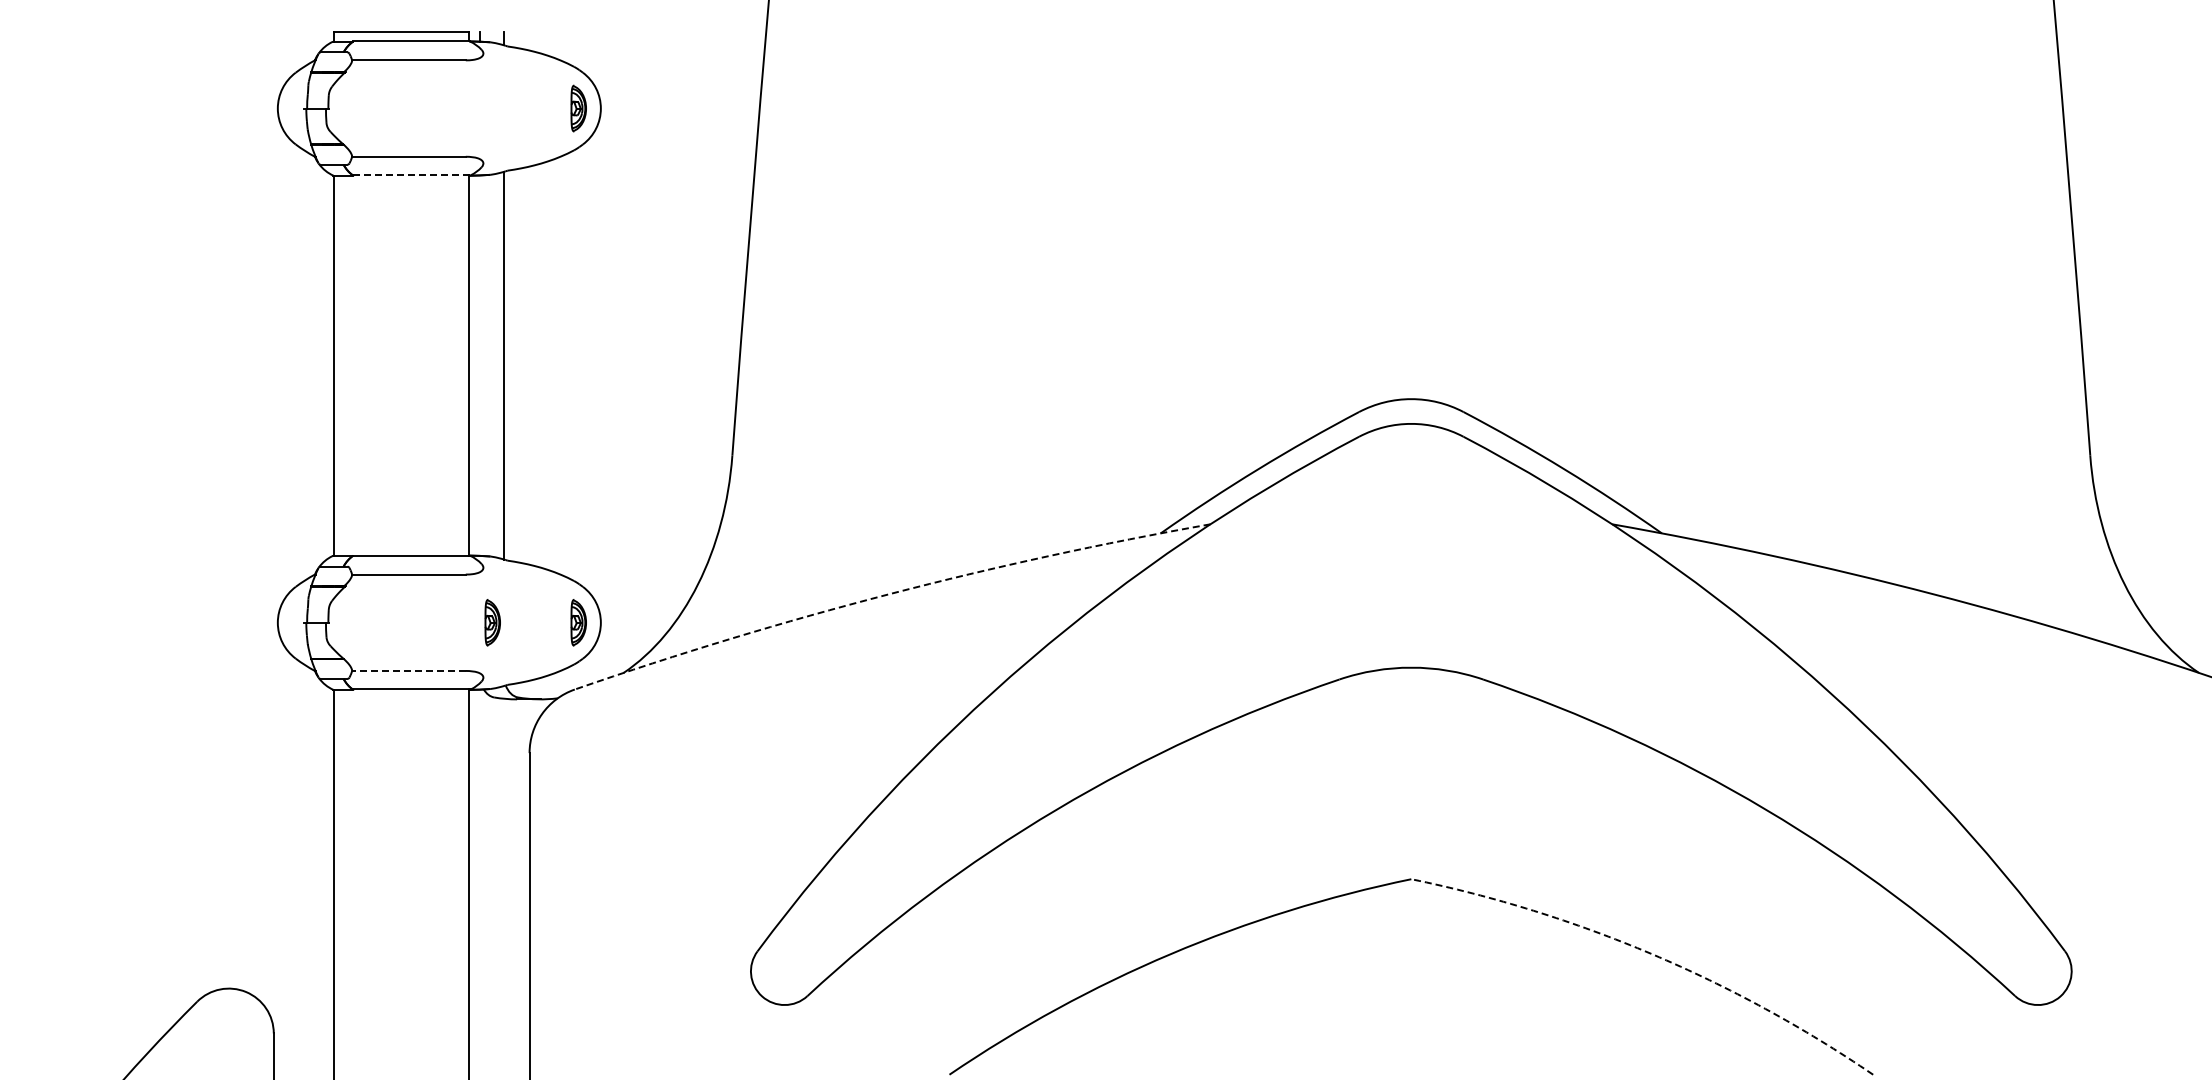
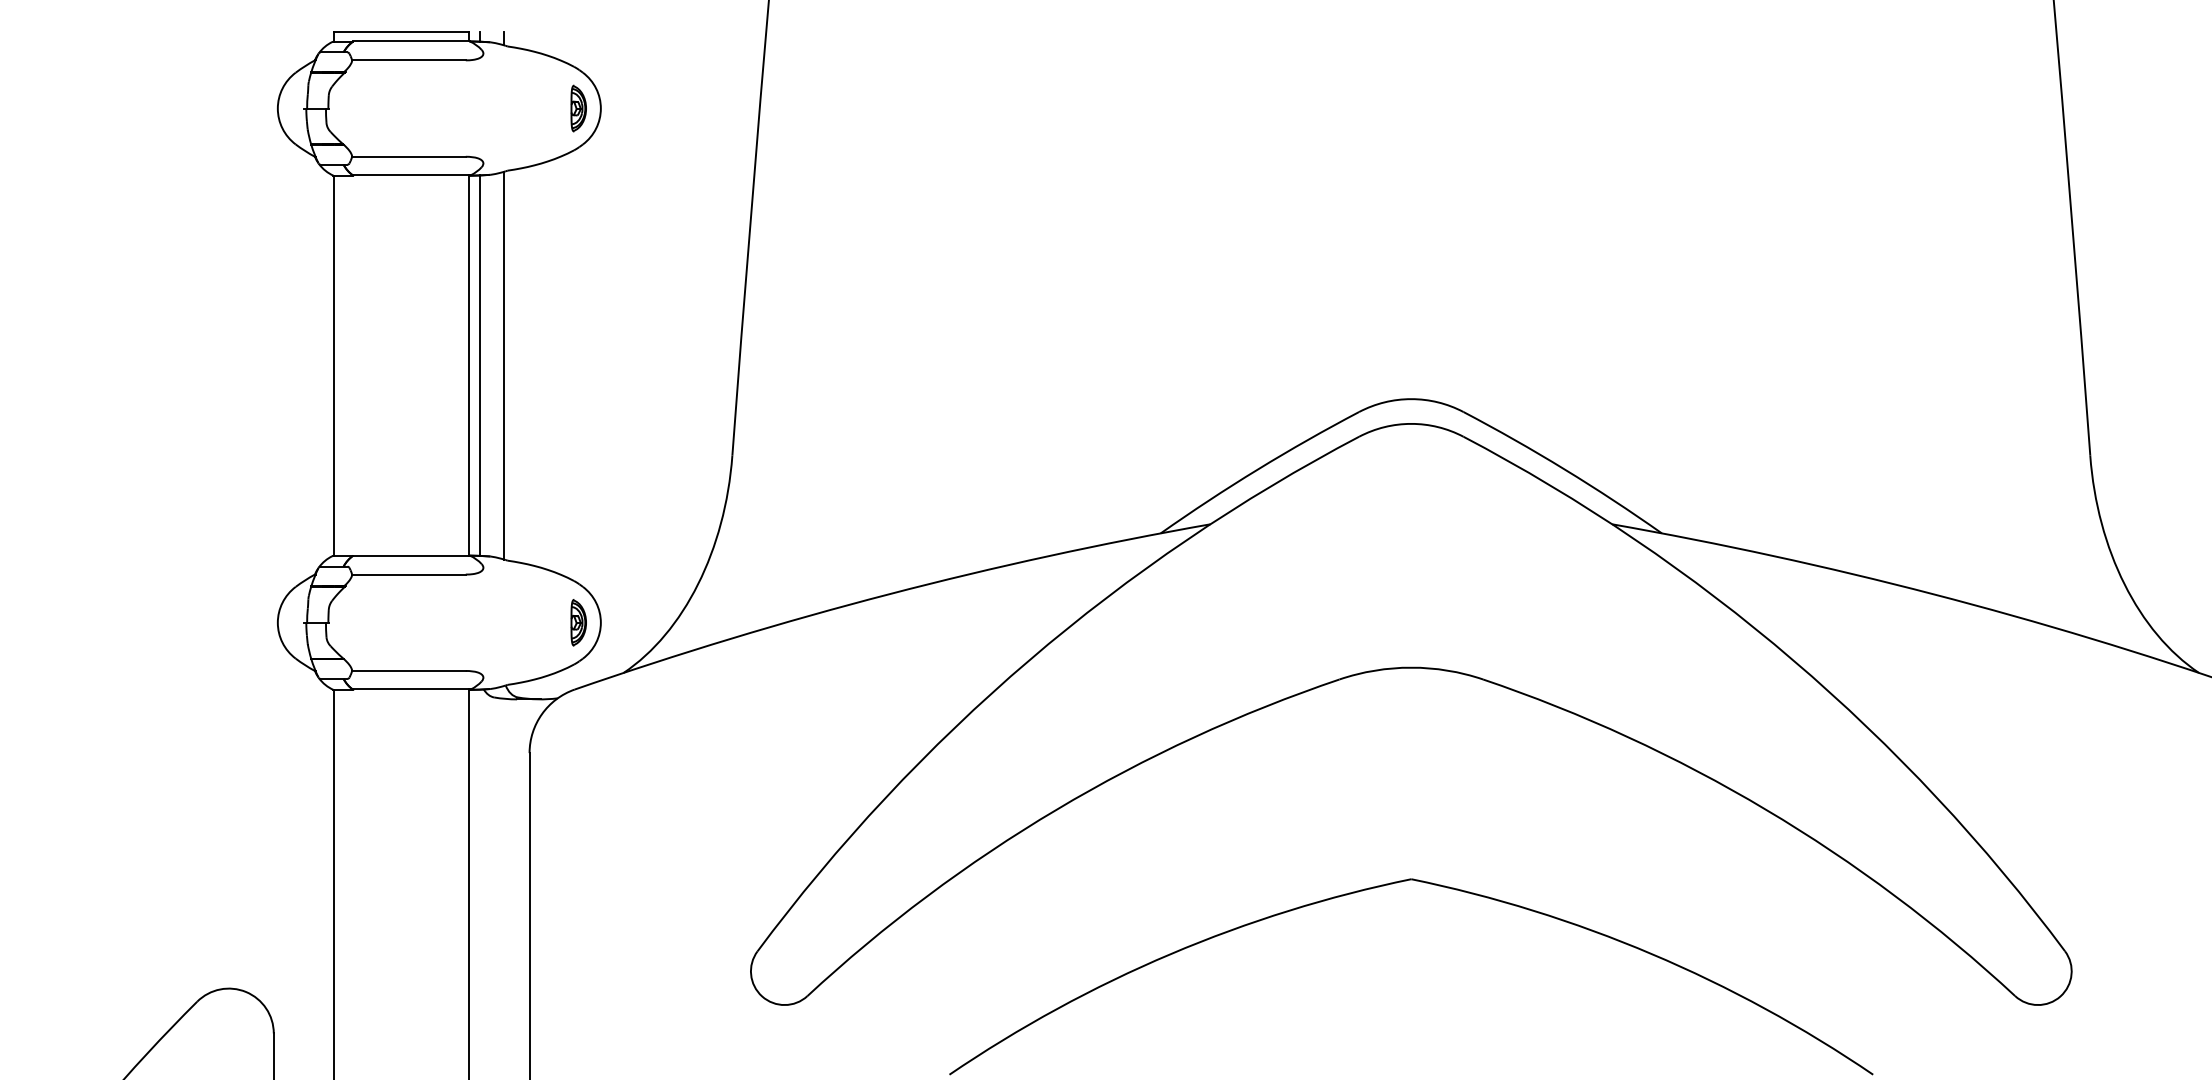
line at (411, 175): dashed -> solid
line at (480, 365): none -> present
arc at (889, 594): dashed -> solid
part at (492, 622): present -> none
line at (408, 670): dashed -> solid
arc at (1651, 954): dashed -> solid
